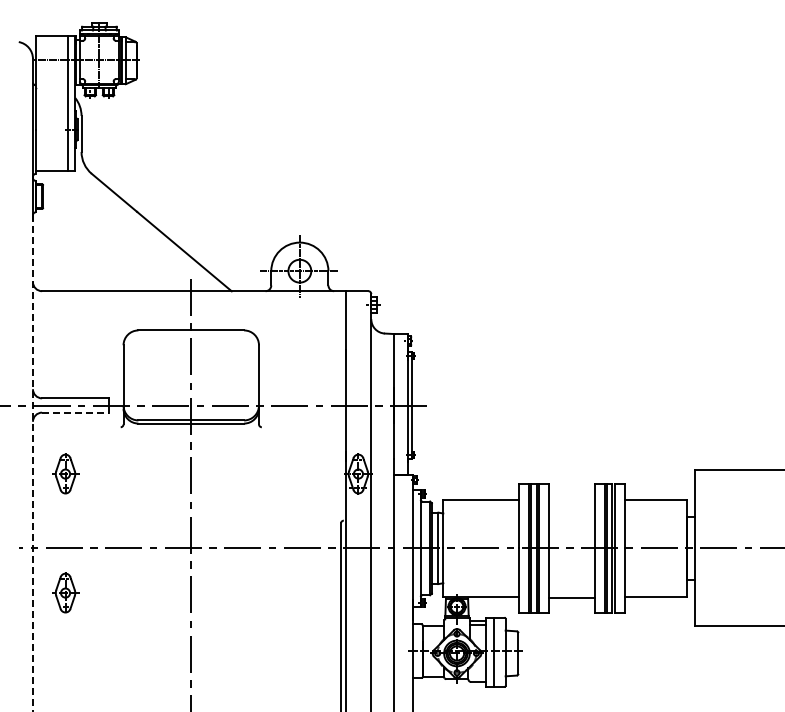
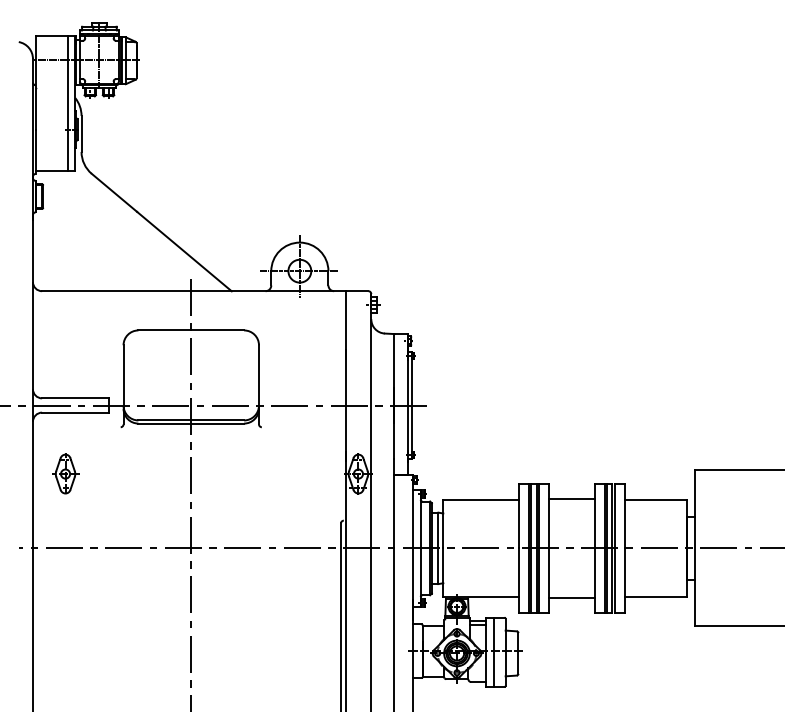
line at (75, 412): dashed -> solid
line at (32, 463): dashed -> solid
line at (571, 498): none -> present
part at (65, 592): present -> none
